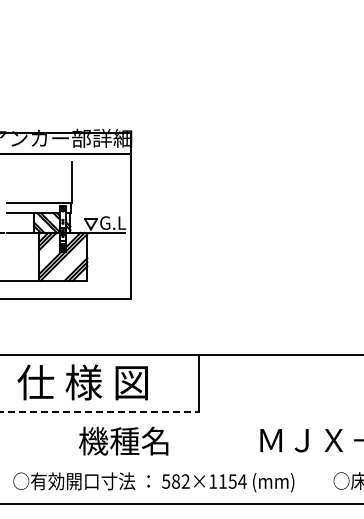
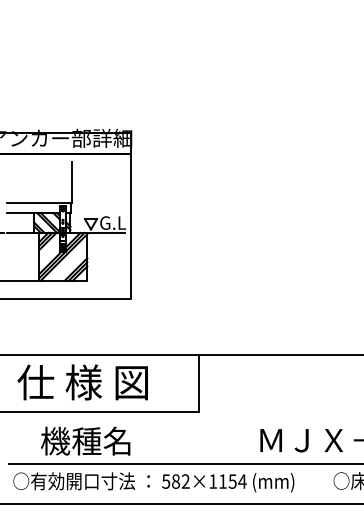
line at (100, 411): dashed -> solid
text at (123, 440) position: (123, 440) -> (85, 440)
line at (184, 464): none -> present
